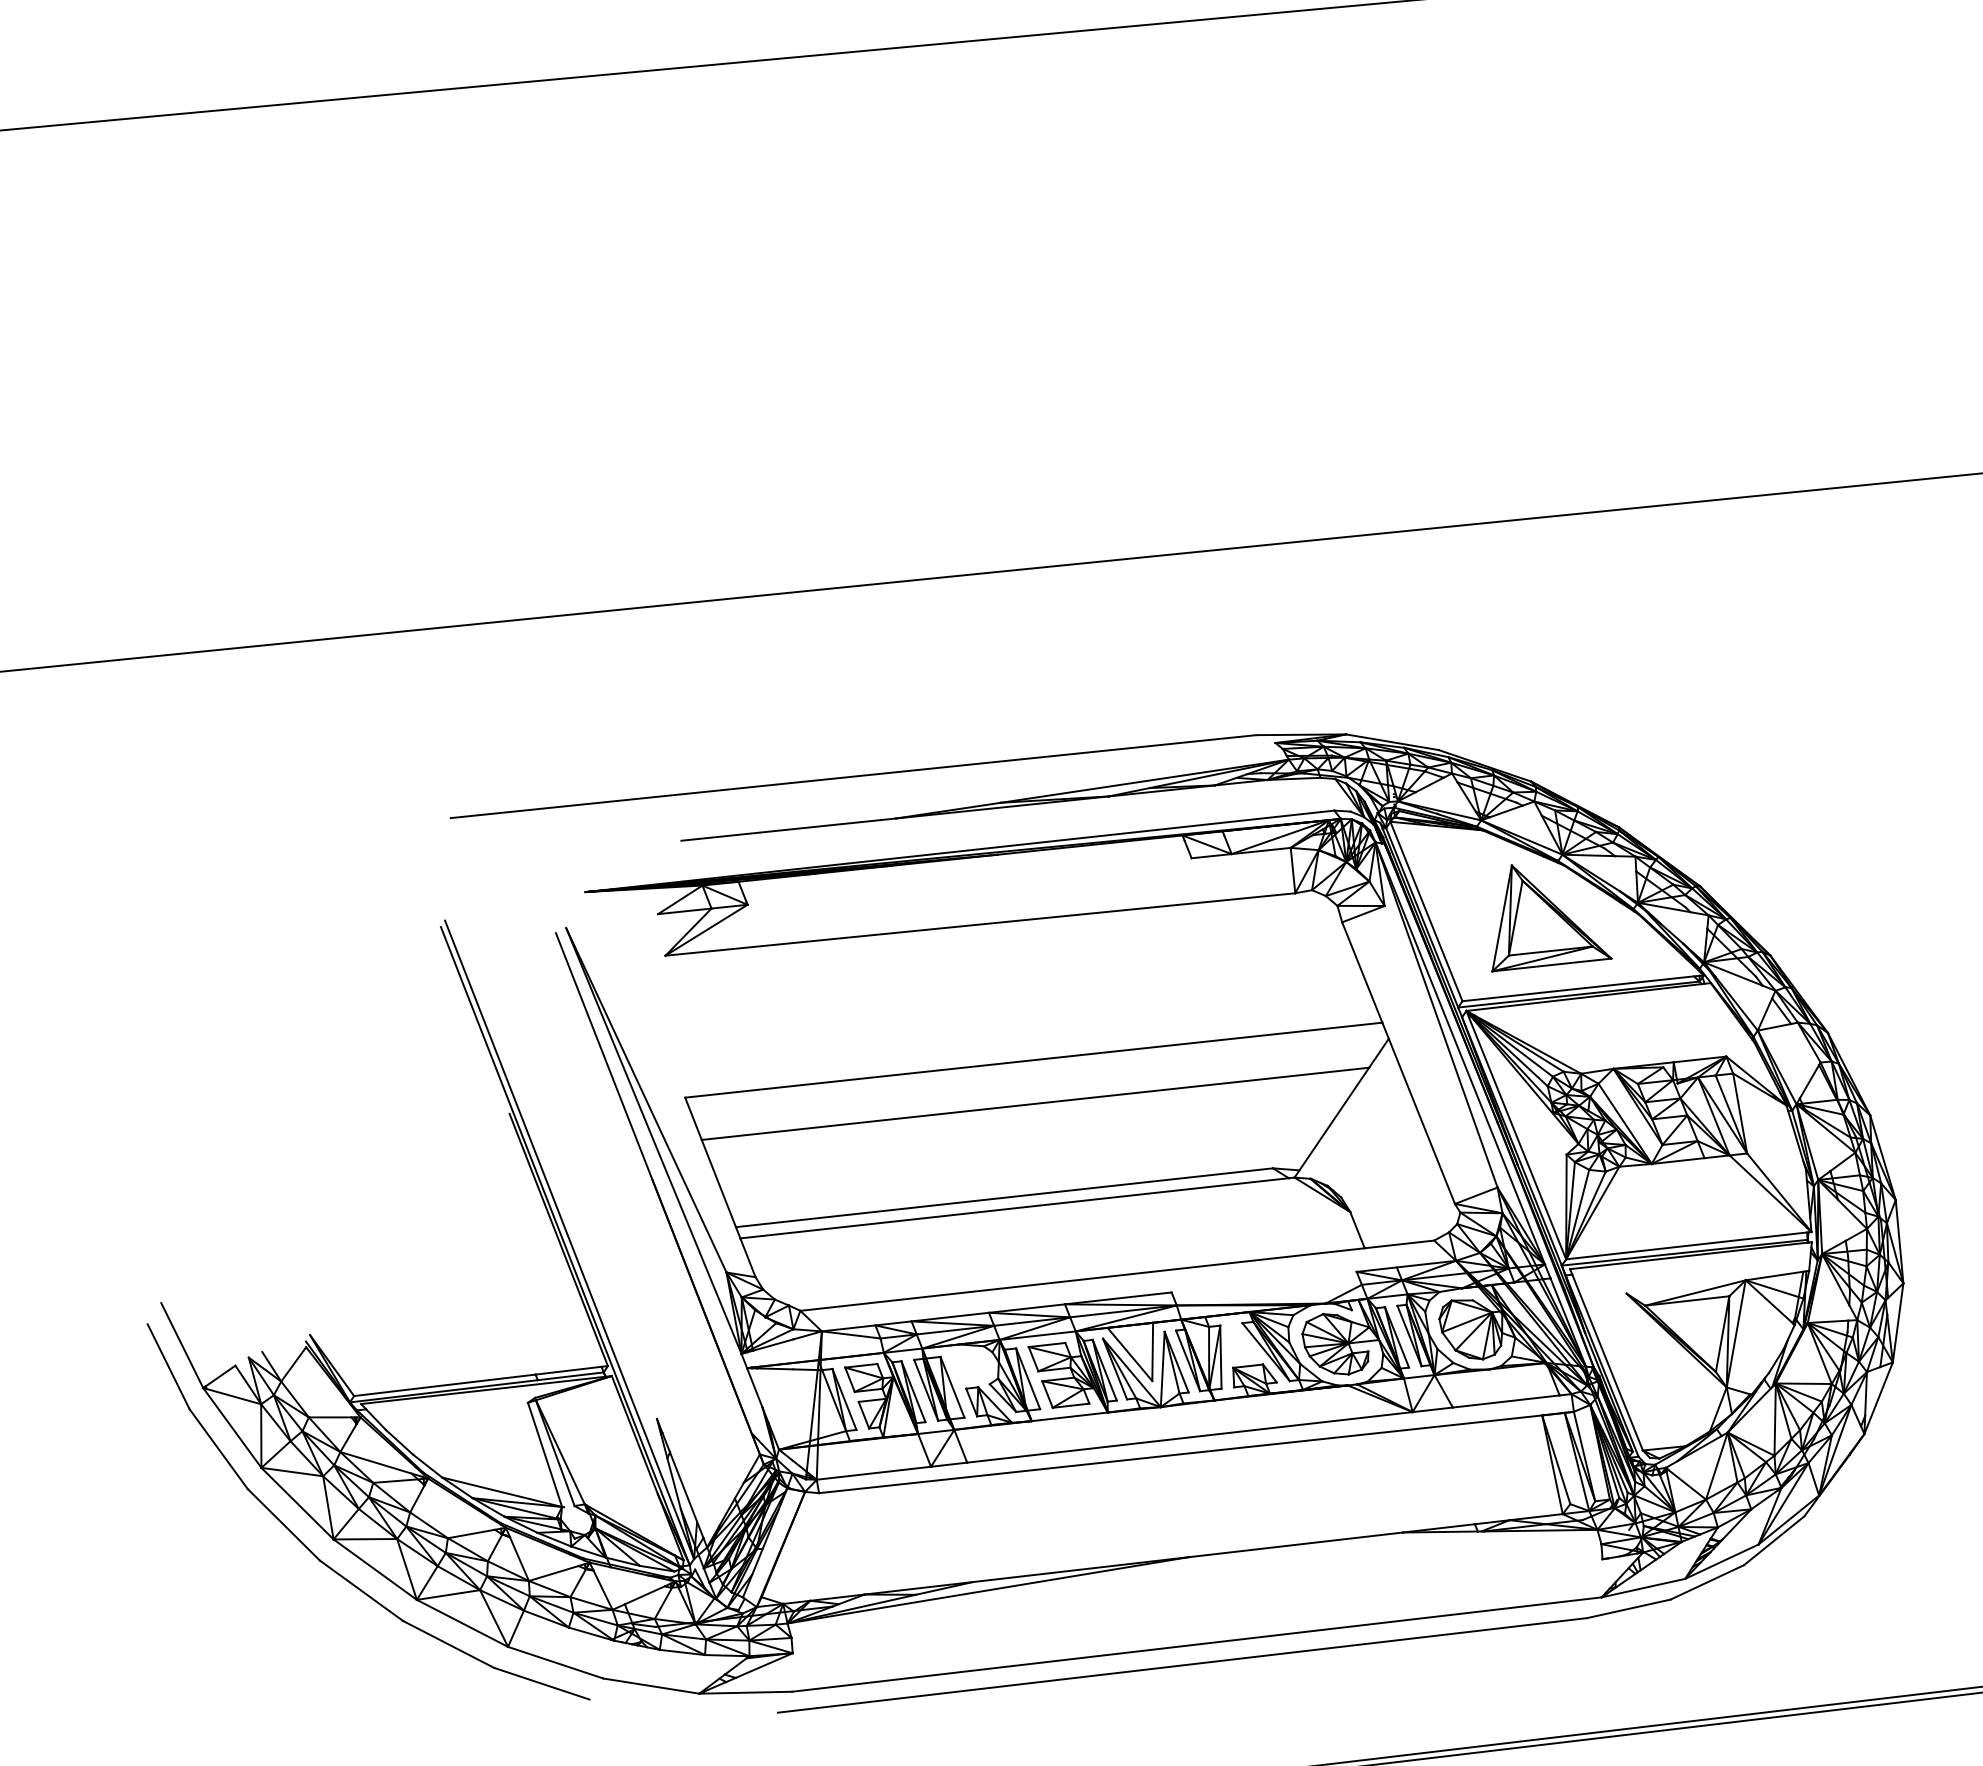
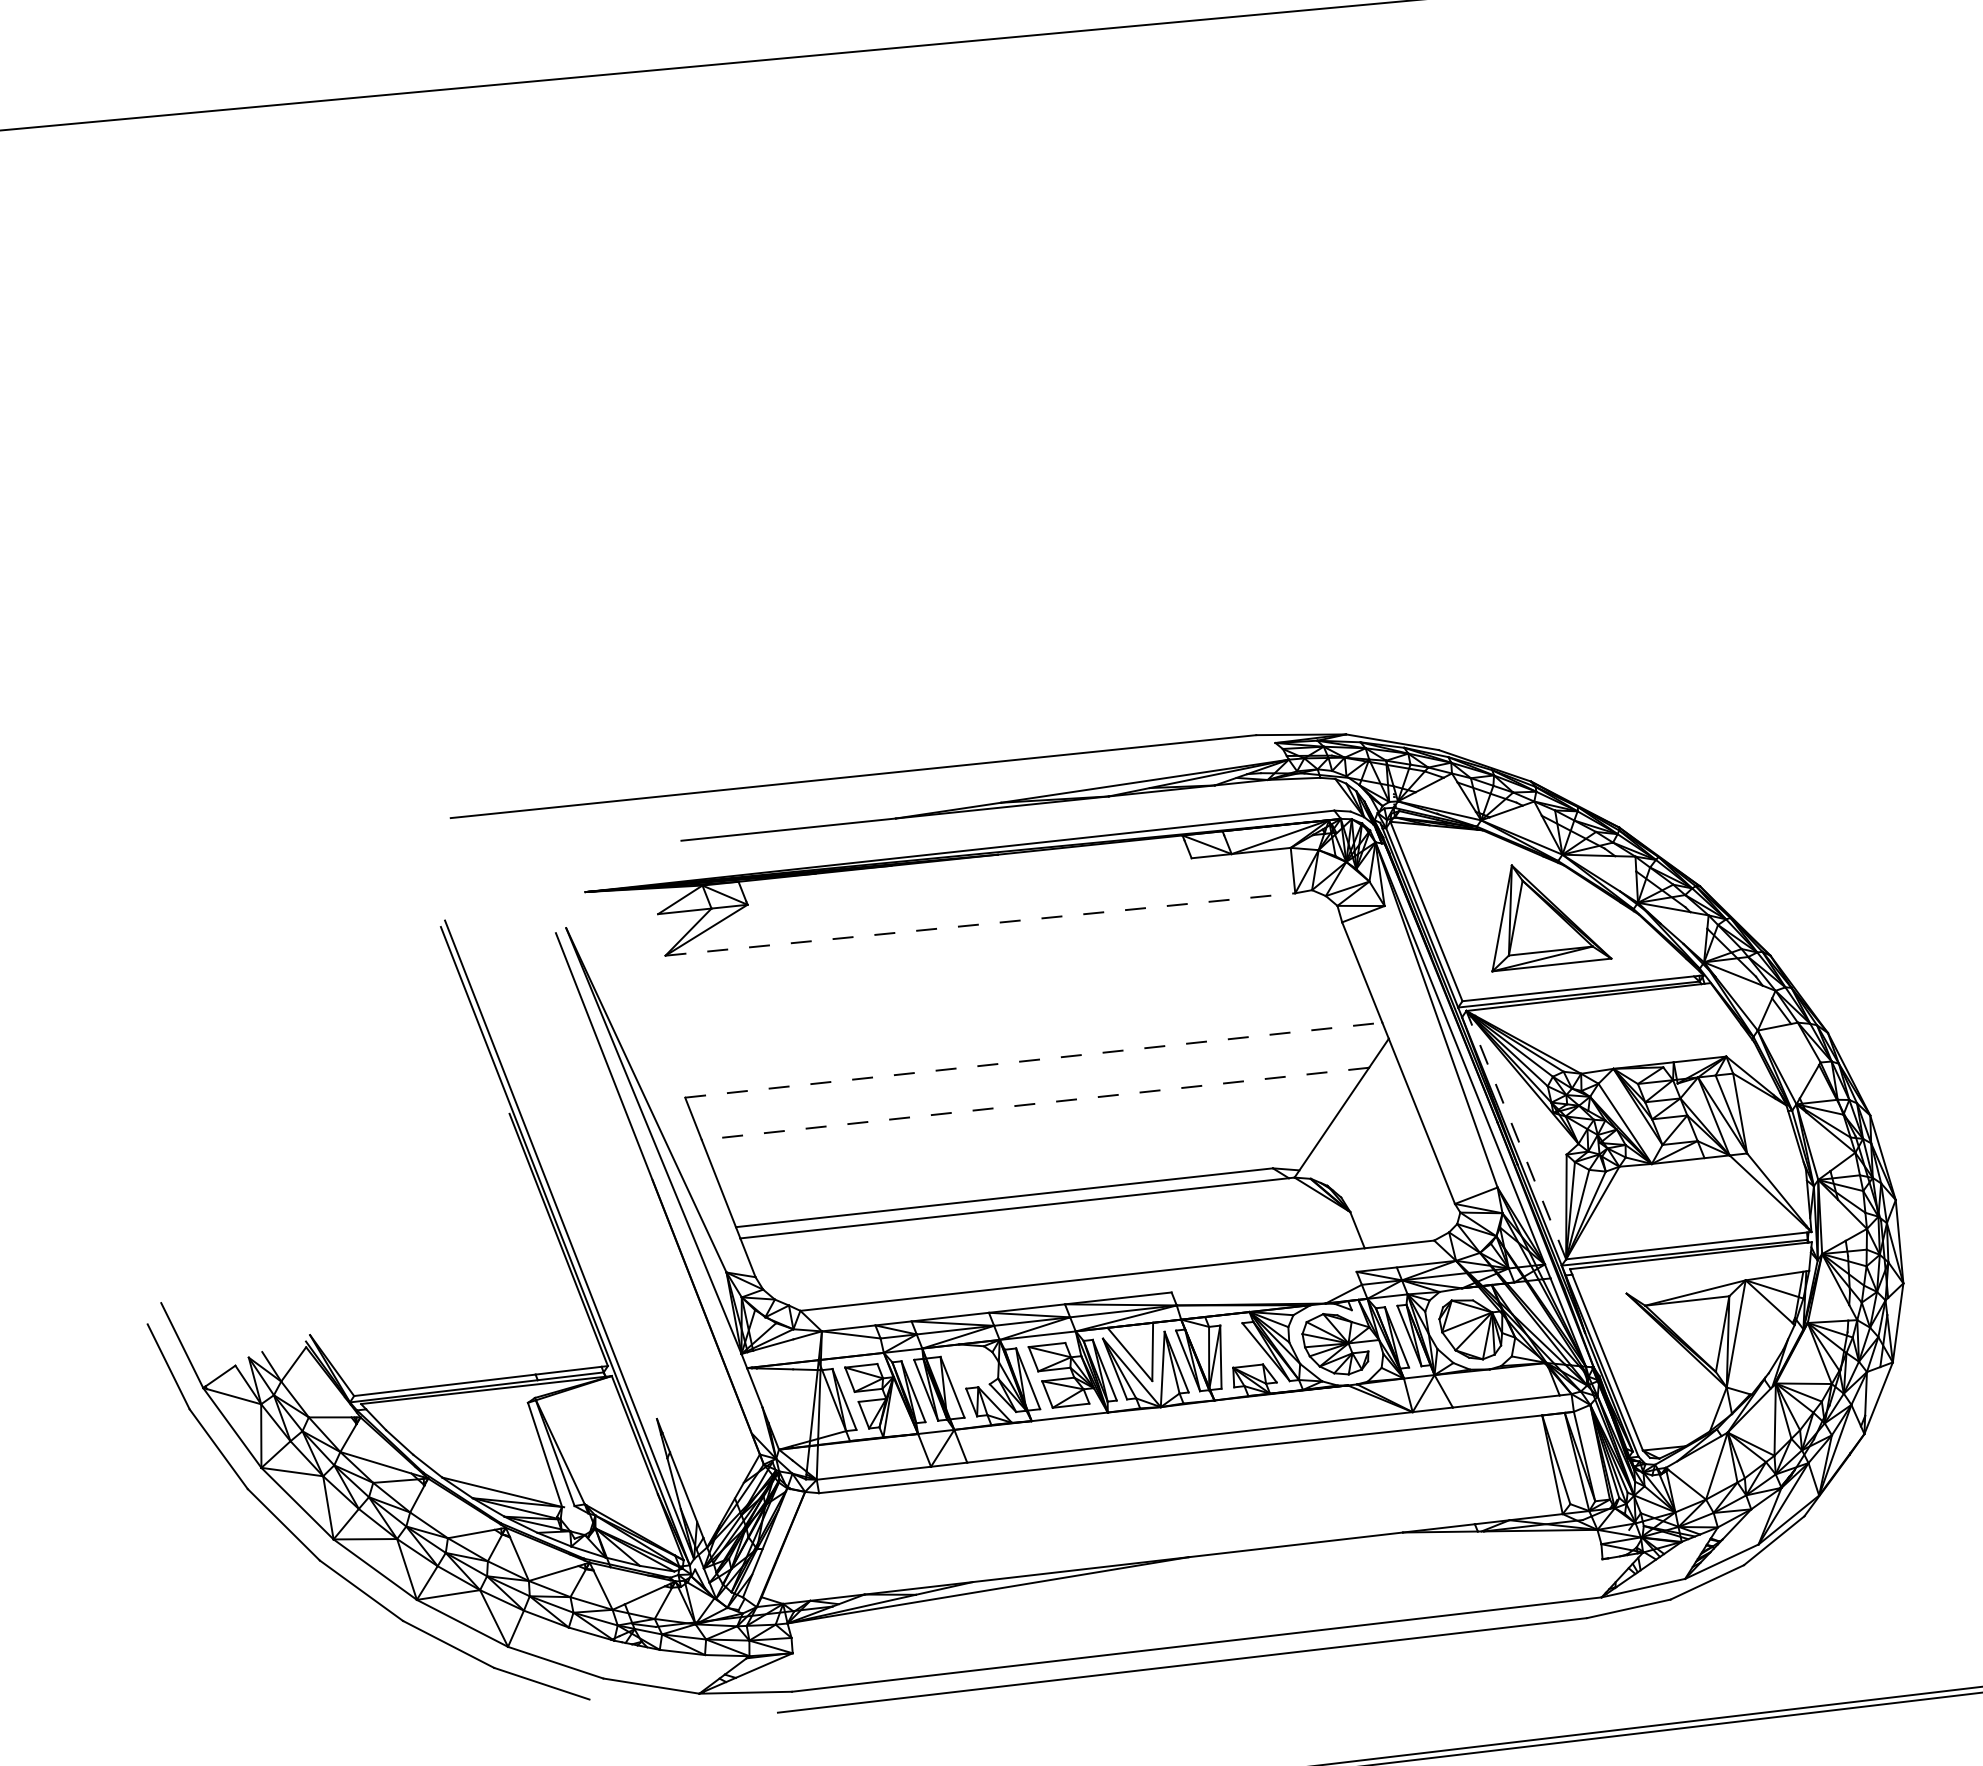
line at (990, 572): present -> none
line at (980, 924): solid -> dashed
line at (1033, 1060): solid -> dashed
line at (1035, 1103): solid -> dashed
line at (1516, 1135): solid -> dashed
